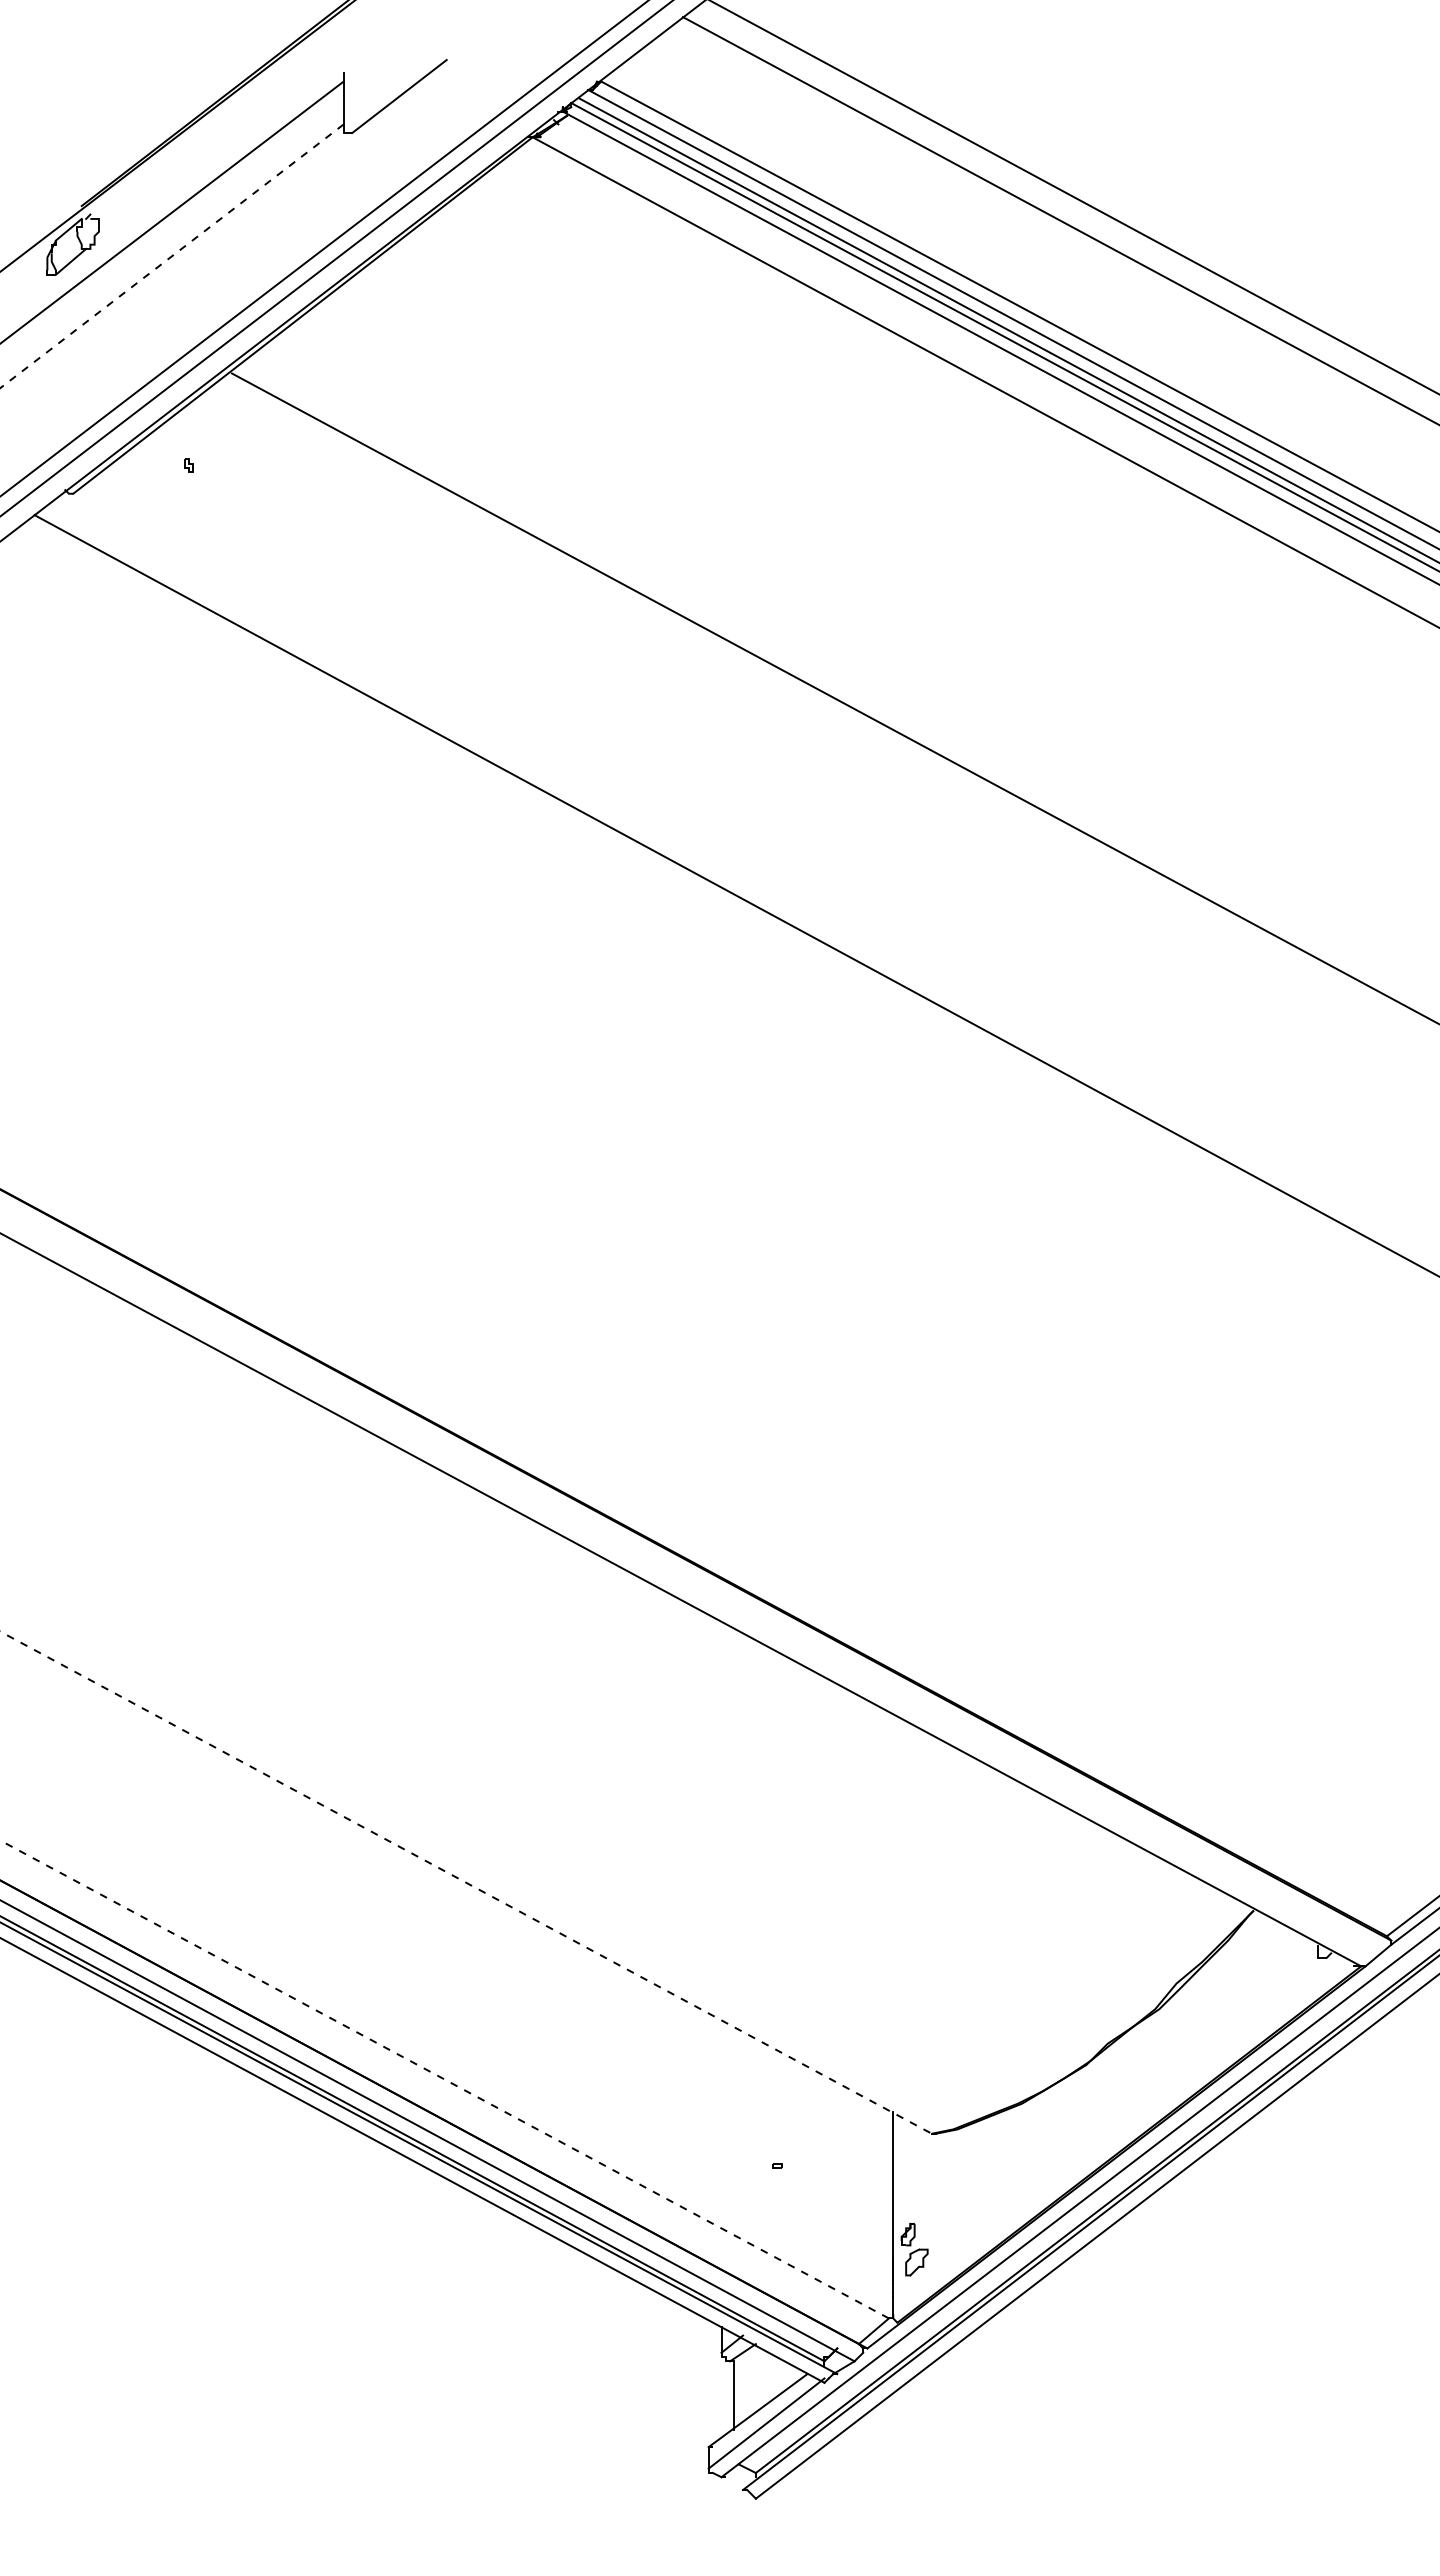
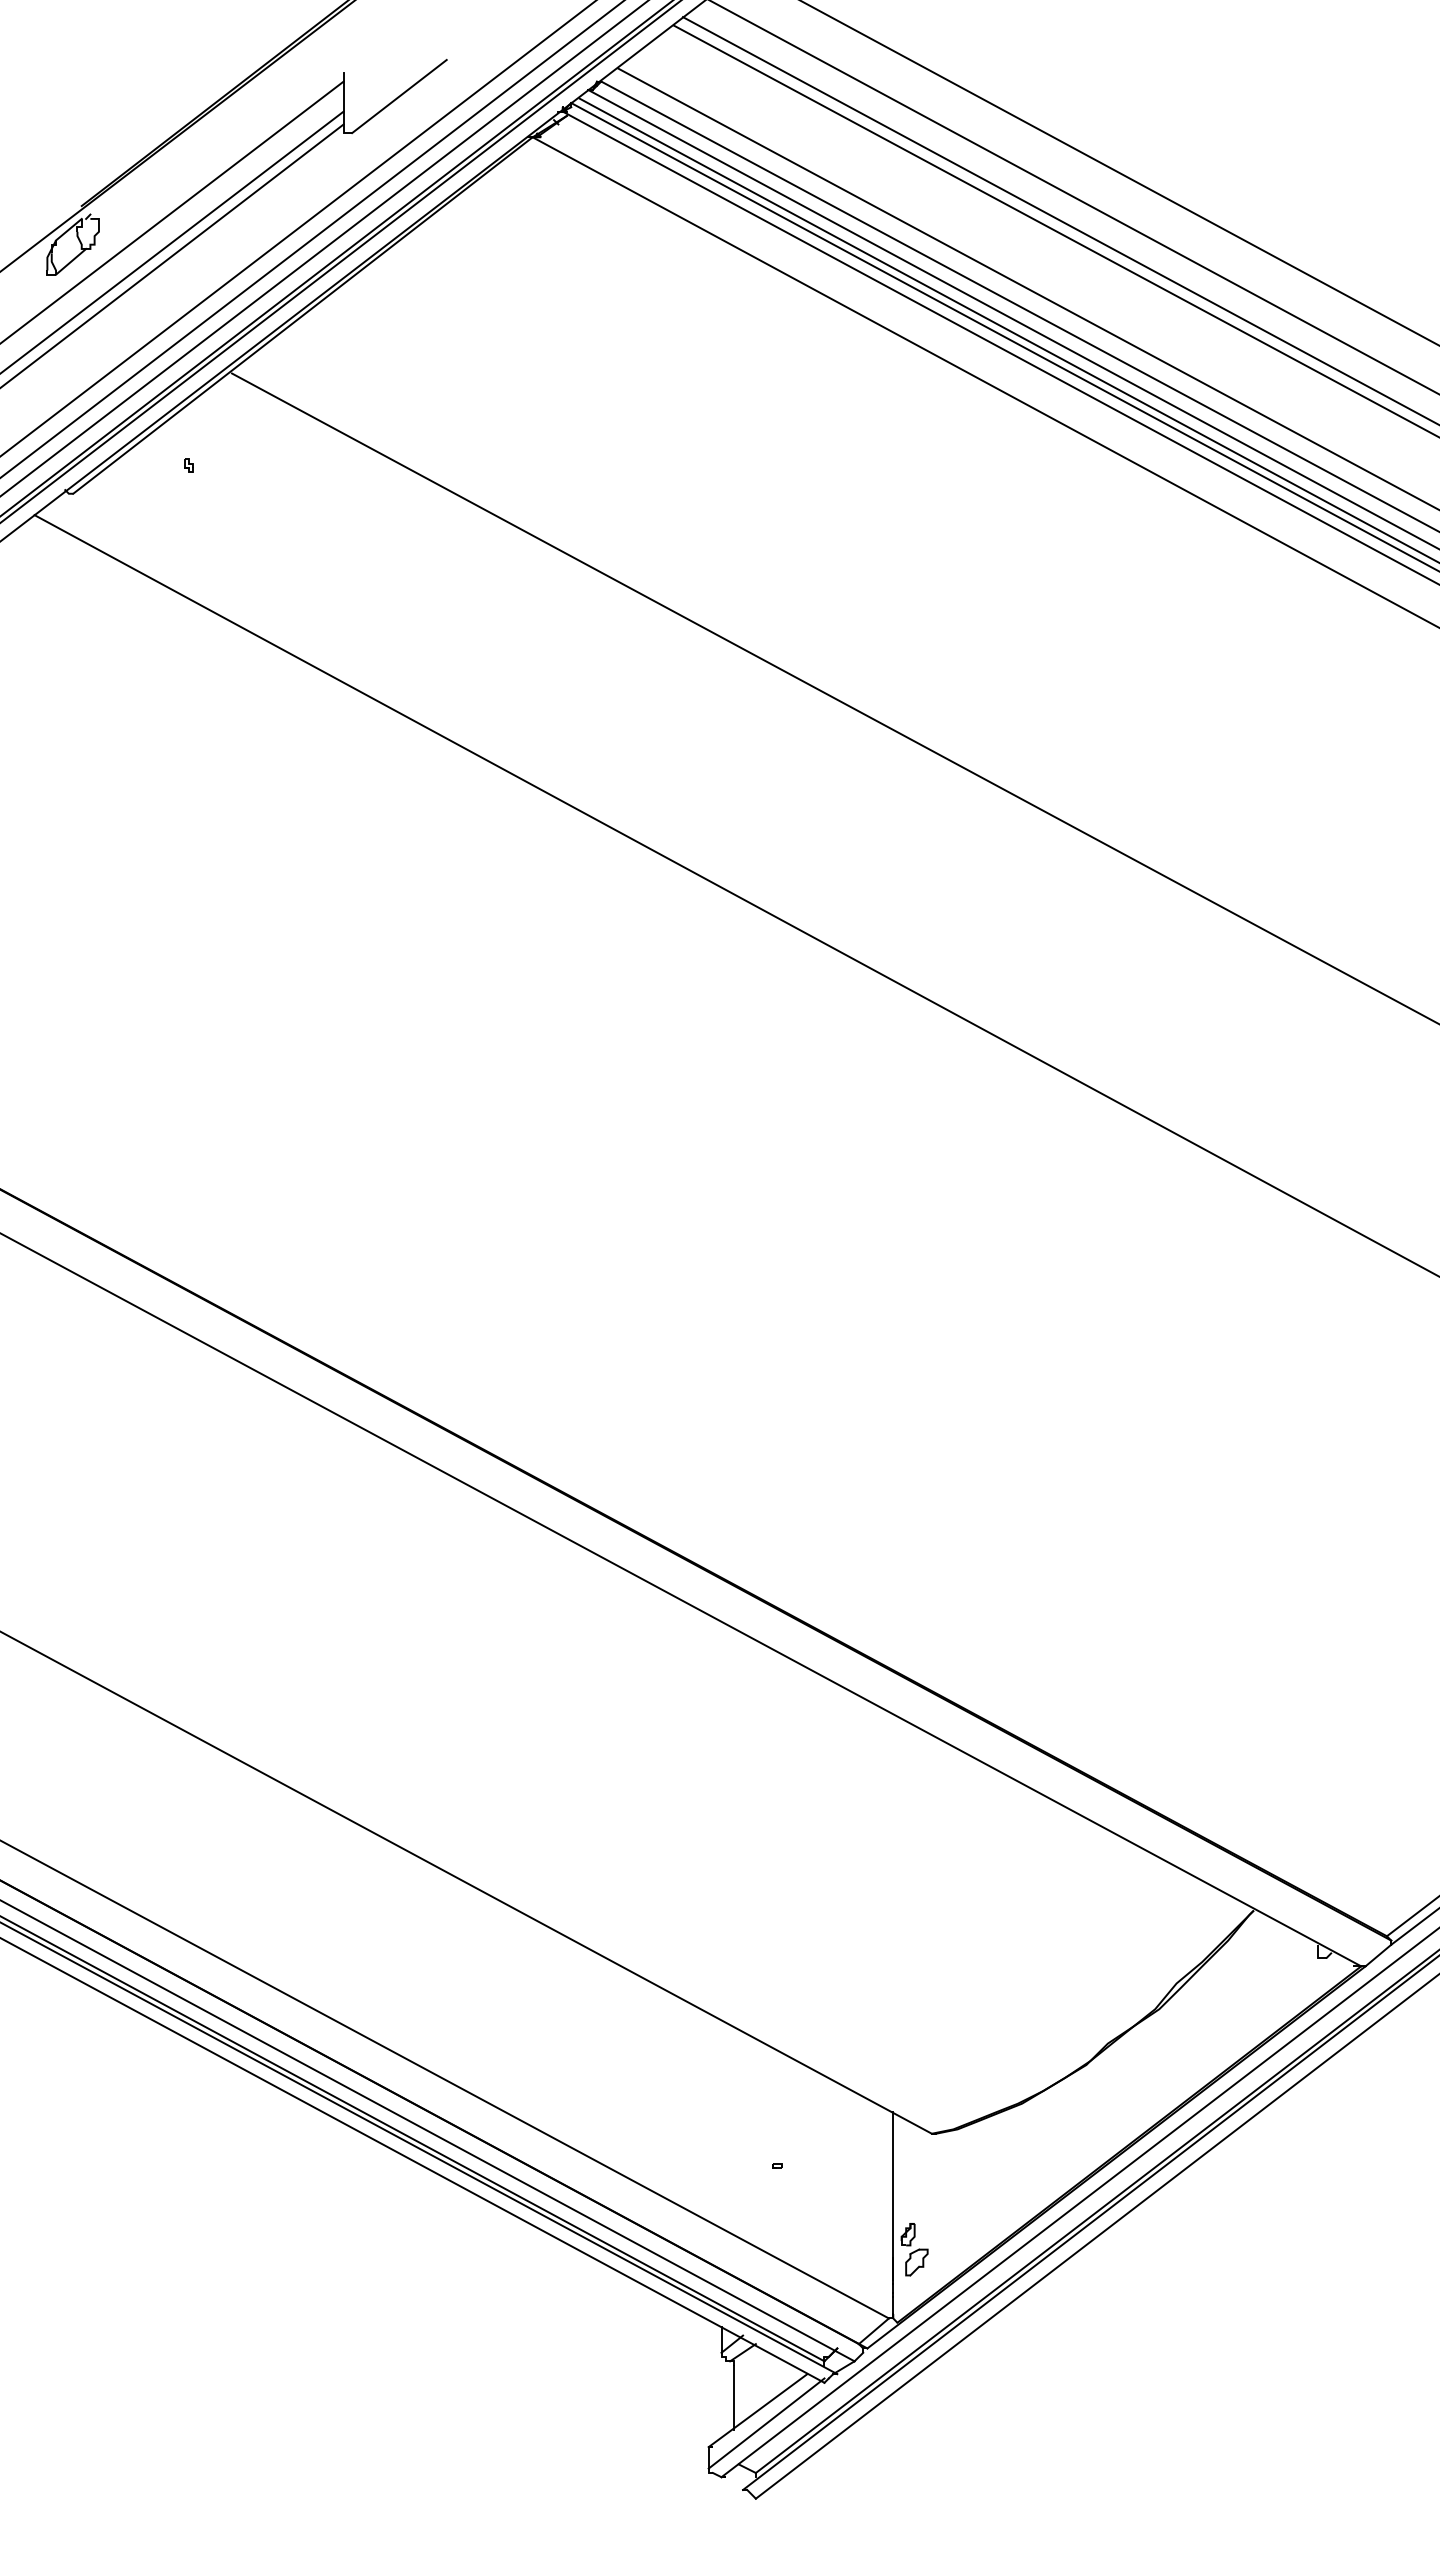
line at (1119, 172): none -> present
line at (297, 228): none -> present
line at (1055, 230): none -> present
line at (312, 239): none -> present
line at (172, 241): none -> present
line at (171, 256): dashed -> solid
line at (340, 261): none -> present
line at (1027, 288): none -> present
line at (466, 1882): dashed -> solid
line at (444, 2079): dashed -> solid
